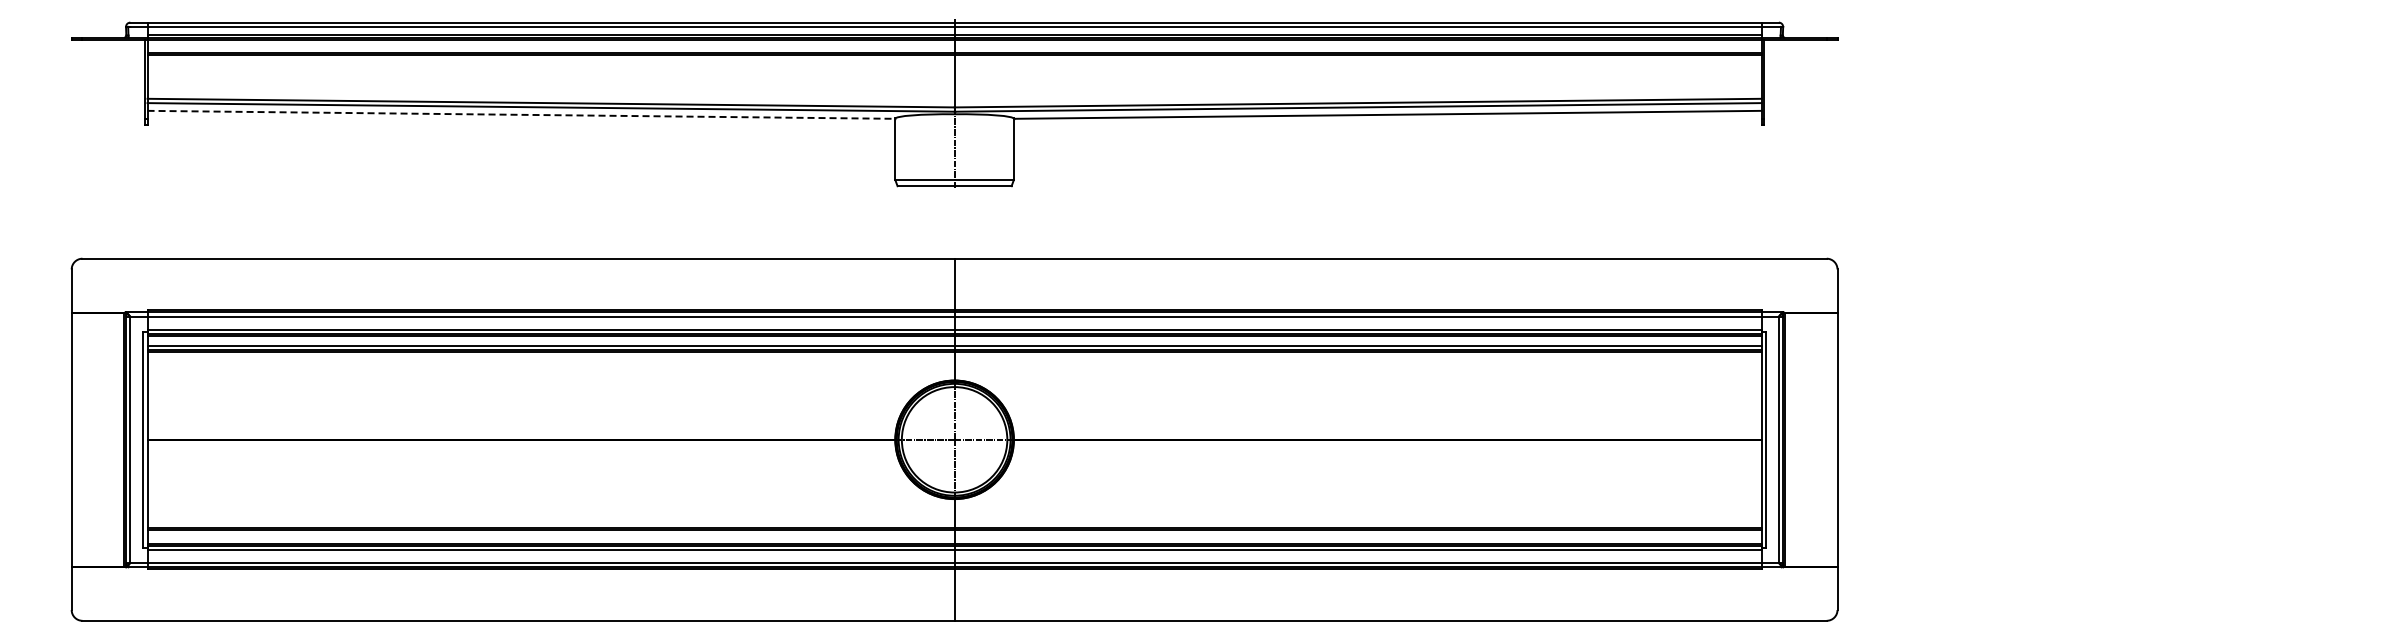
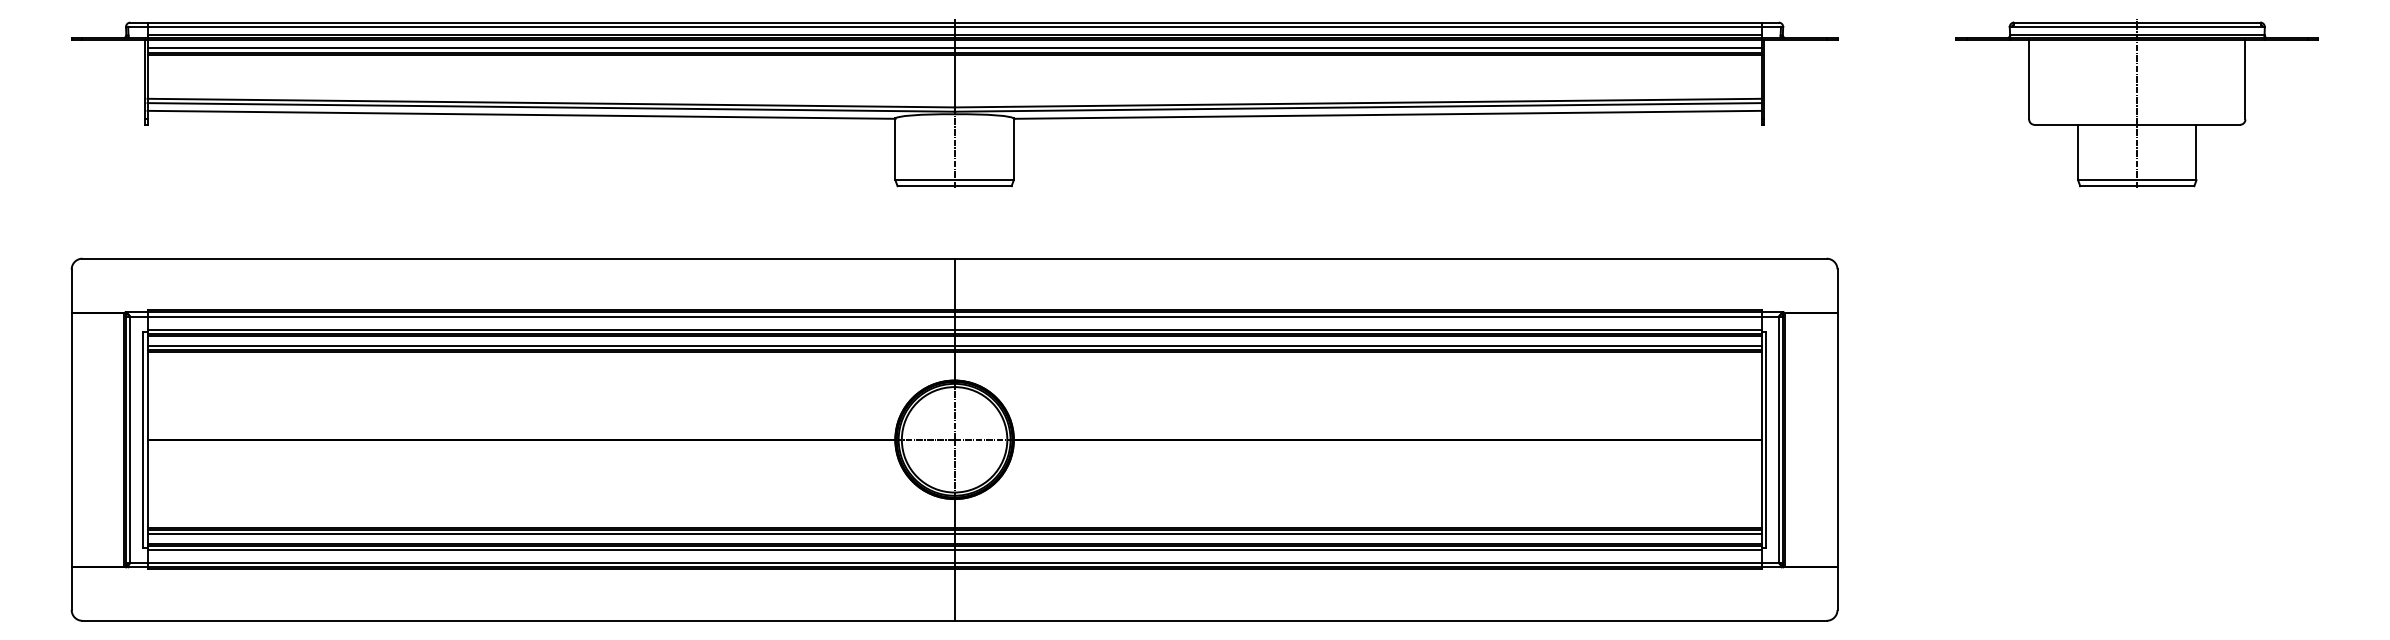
line at (954, 48): none -> present
part at (2136, 103): none -> present
line at (521, 114): dashed -> solid
line at (954, 533): none -> present
